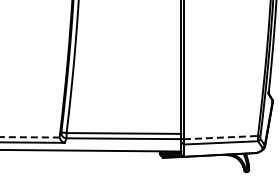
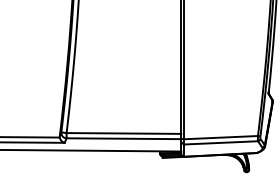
line at (29, 137): dashed -> solid
line at (221, 137): dashed -> solid
